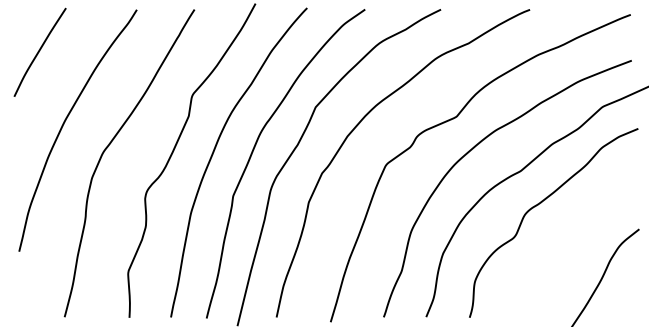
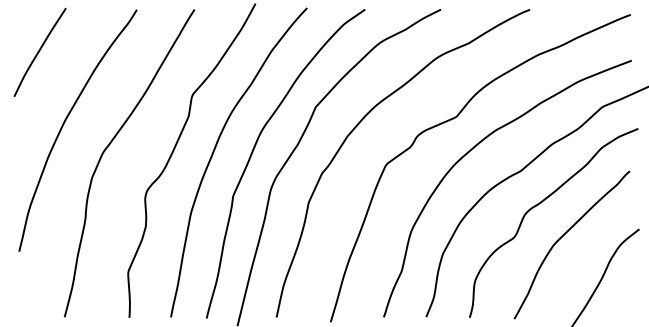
curve at (563, 236): none -> present
